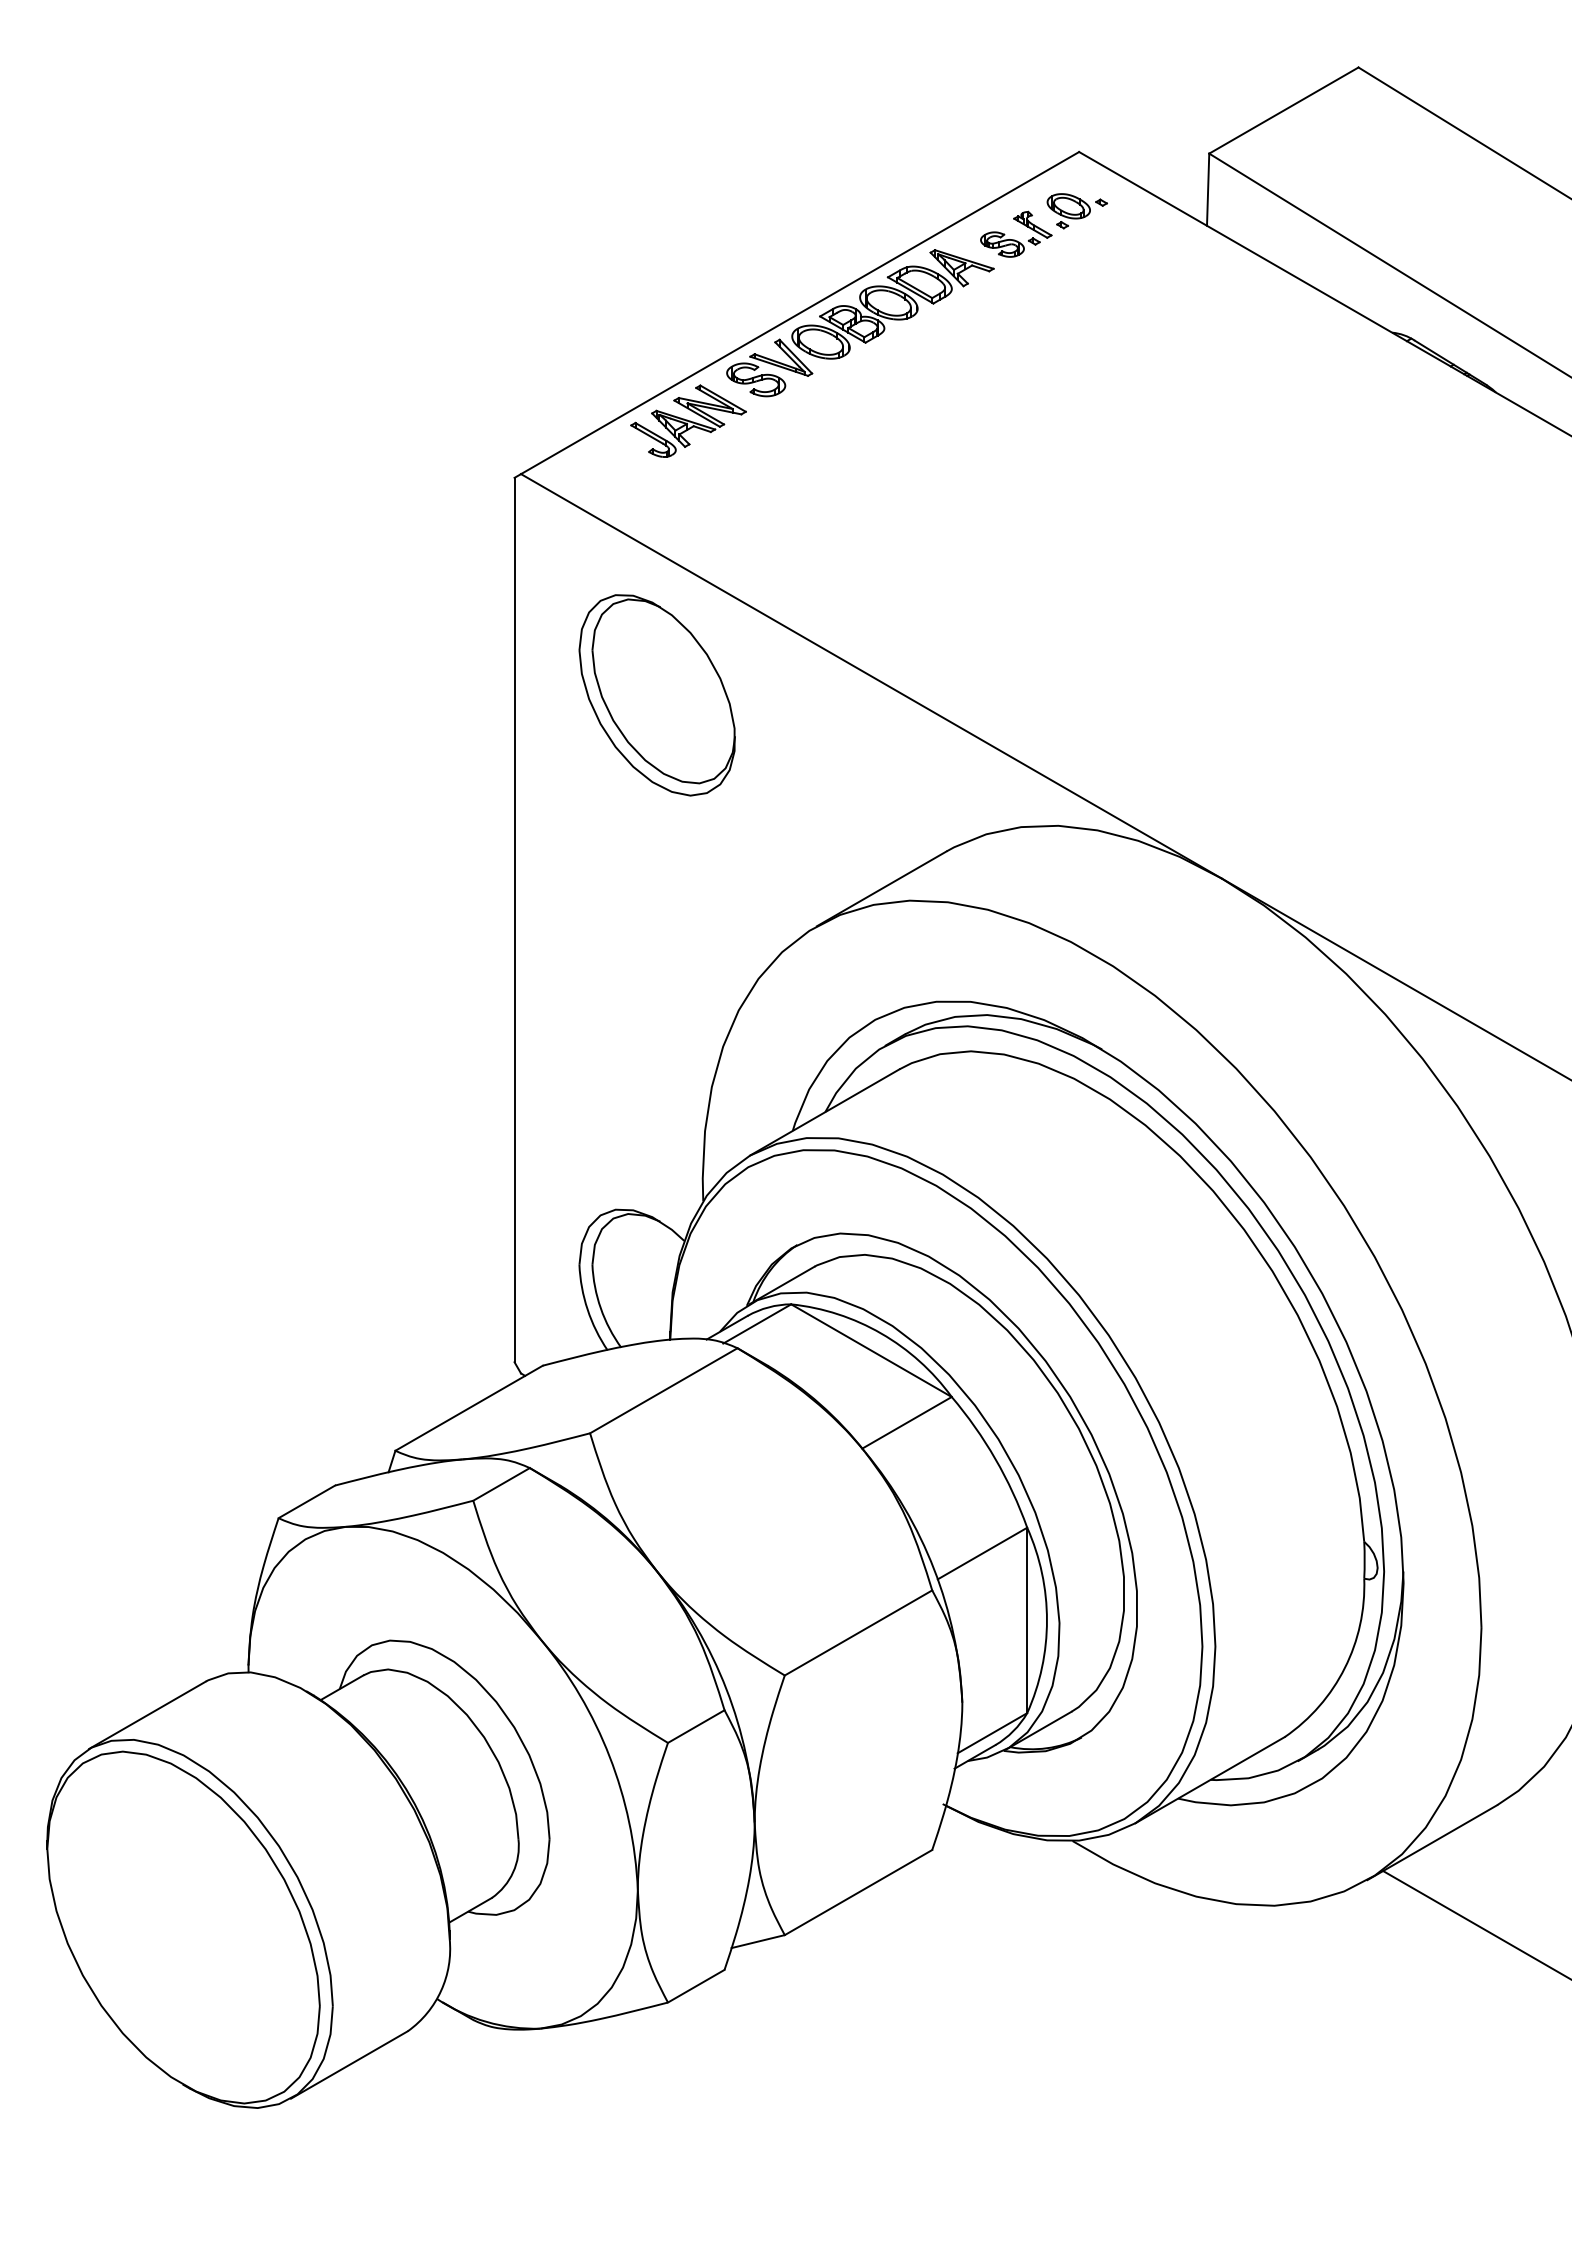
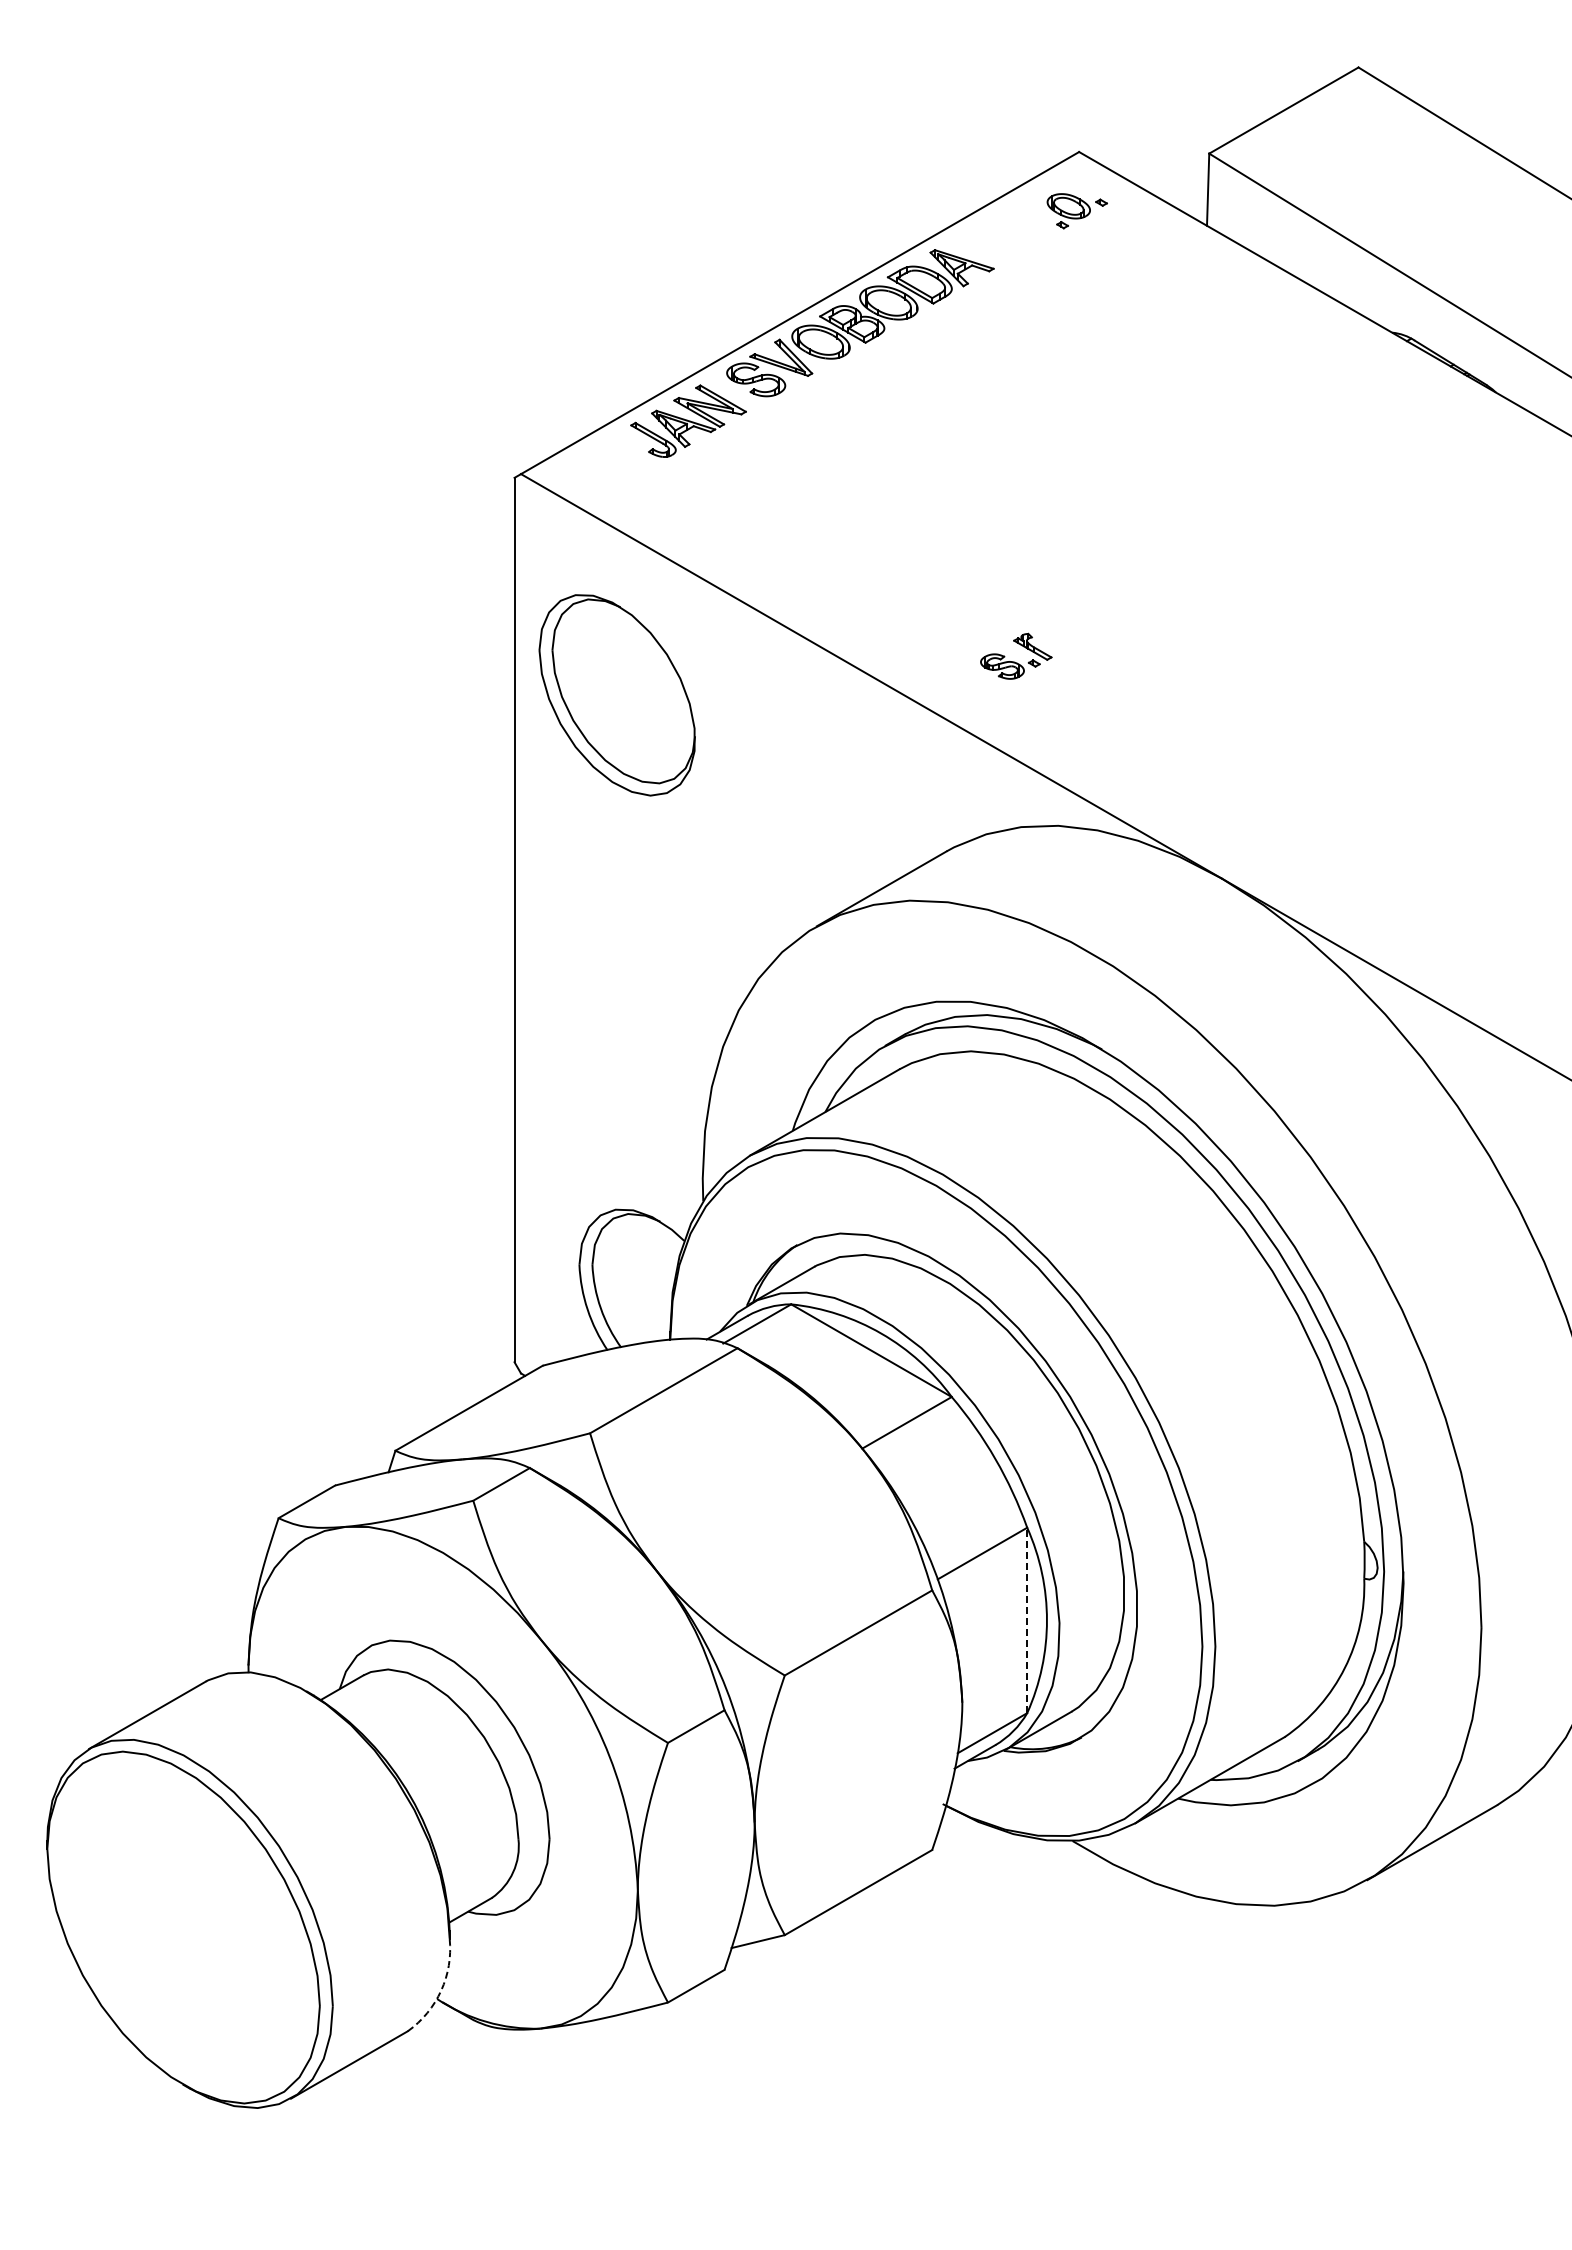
part at (1014, 239) position: (1014, 239) -> (1014, 661)
part at (656, 695) position: (656, 695) -> (616, 695)
line at (1027, 1620): solid -> dashed
line at (1475, 1924): present -> none
arc at (441, 1990): solid -> dashed
